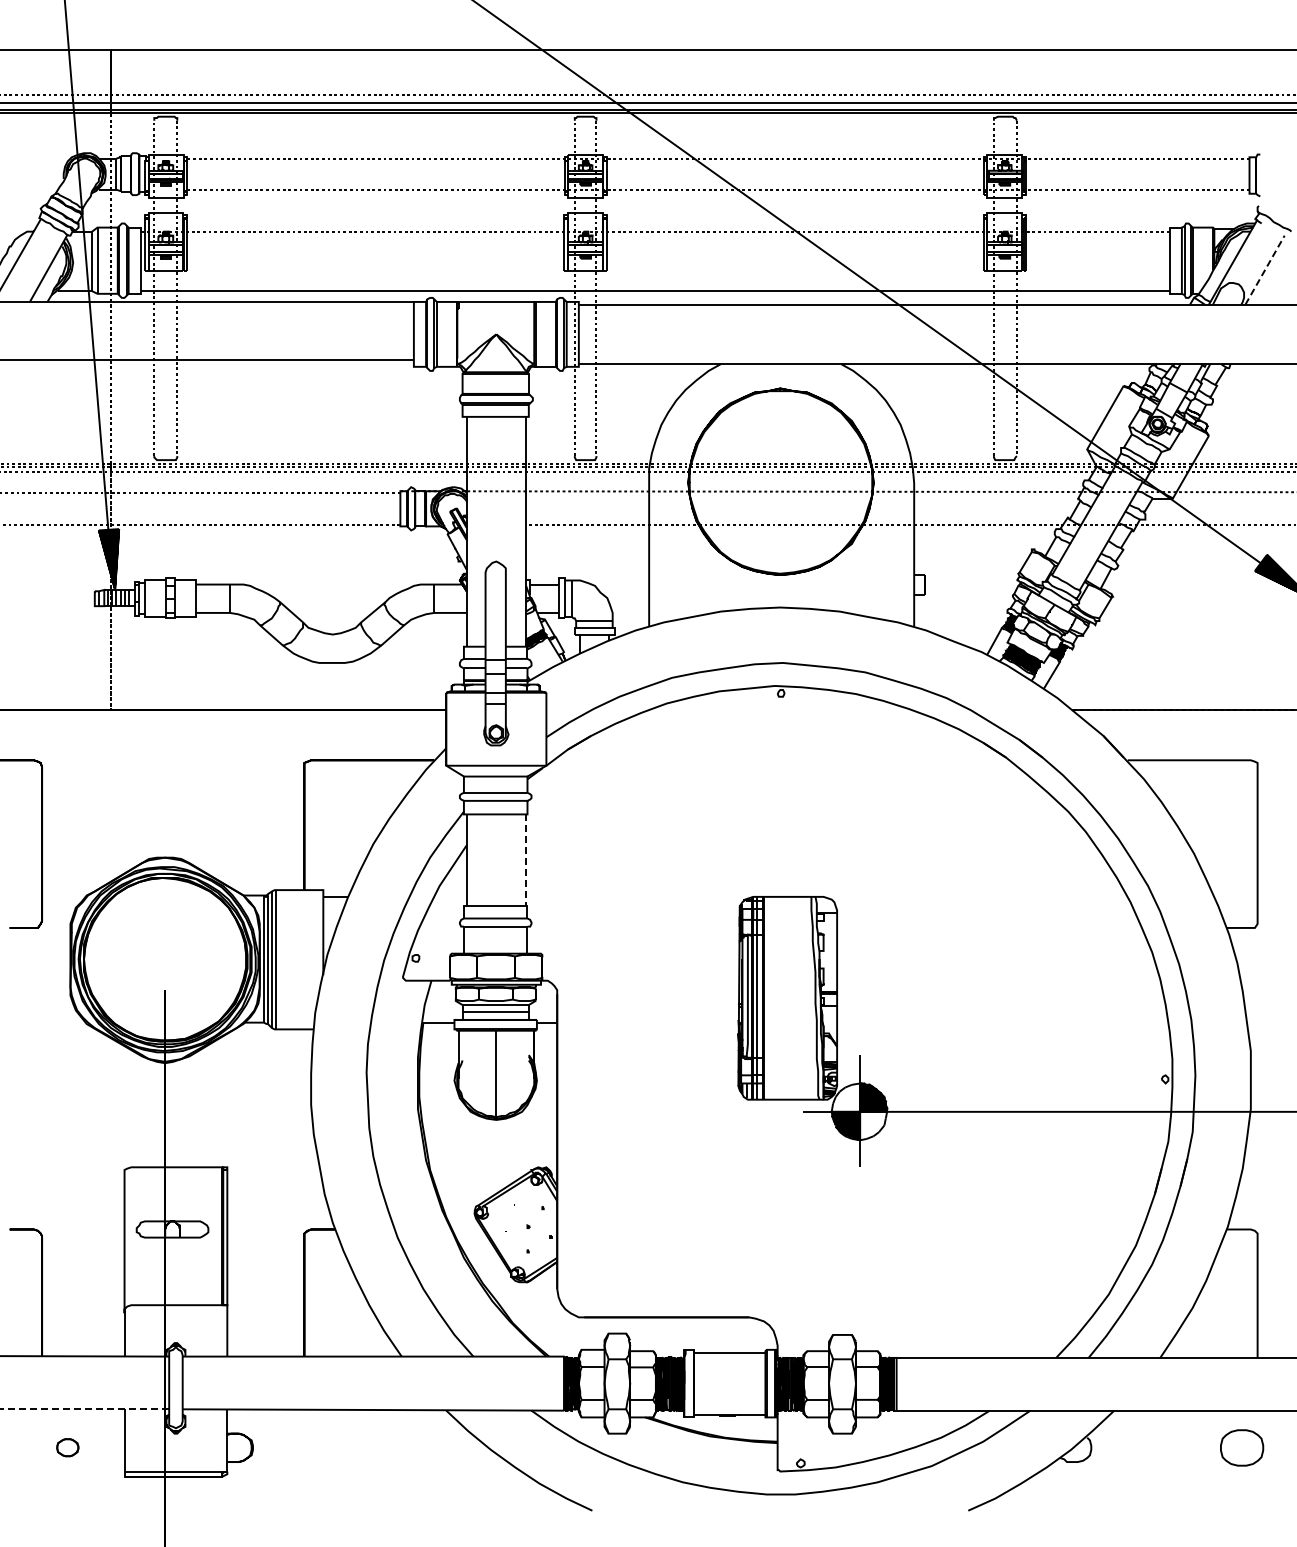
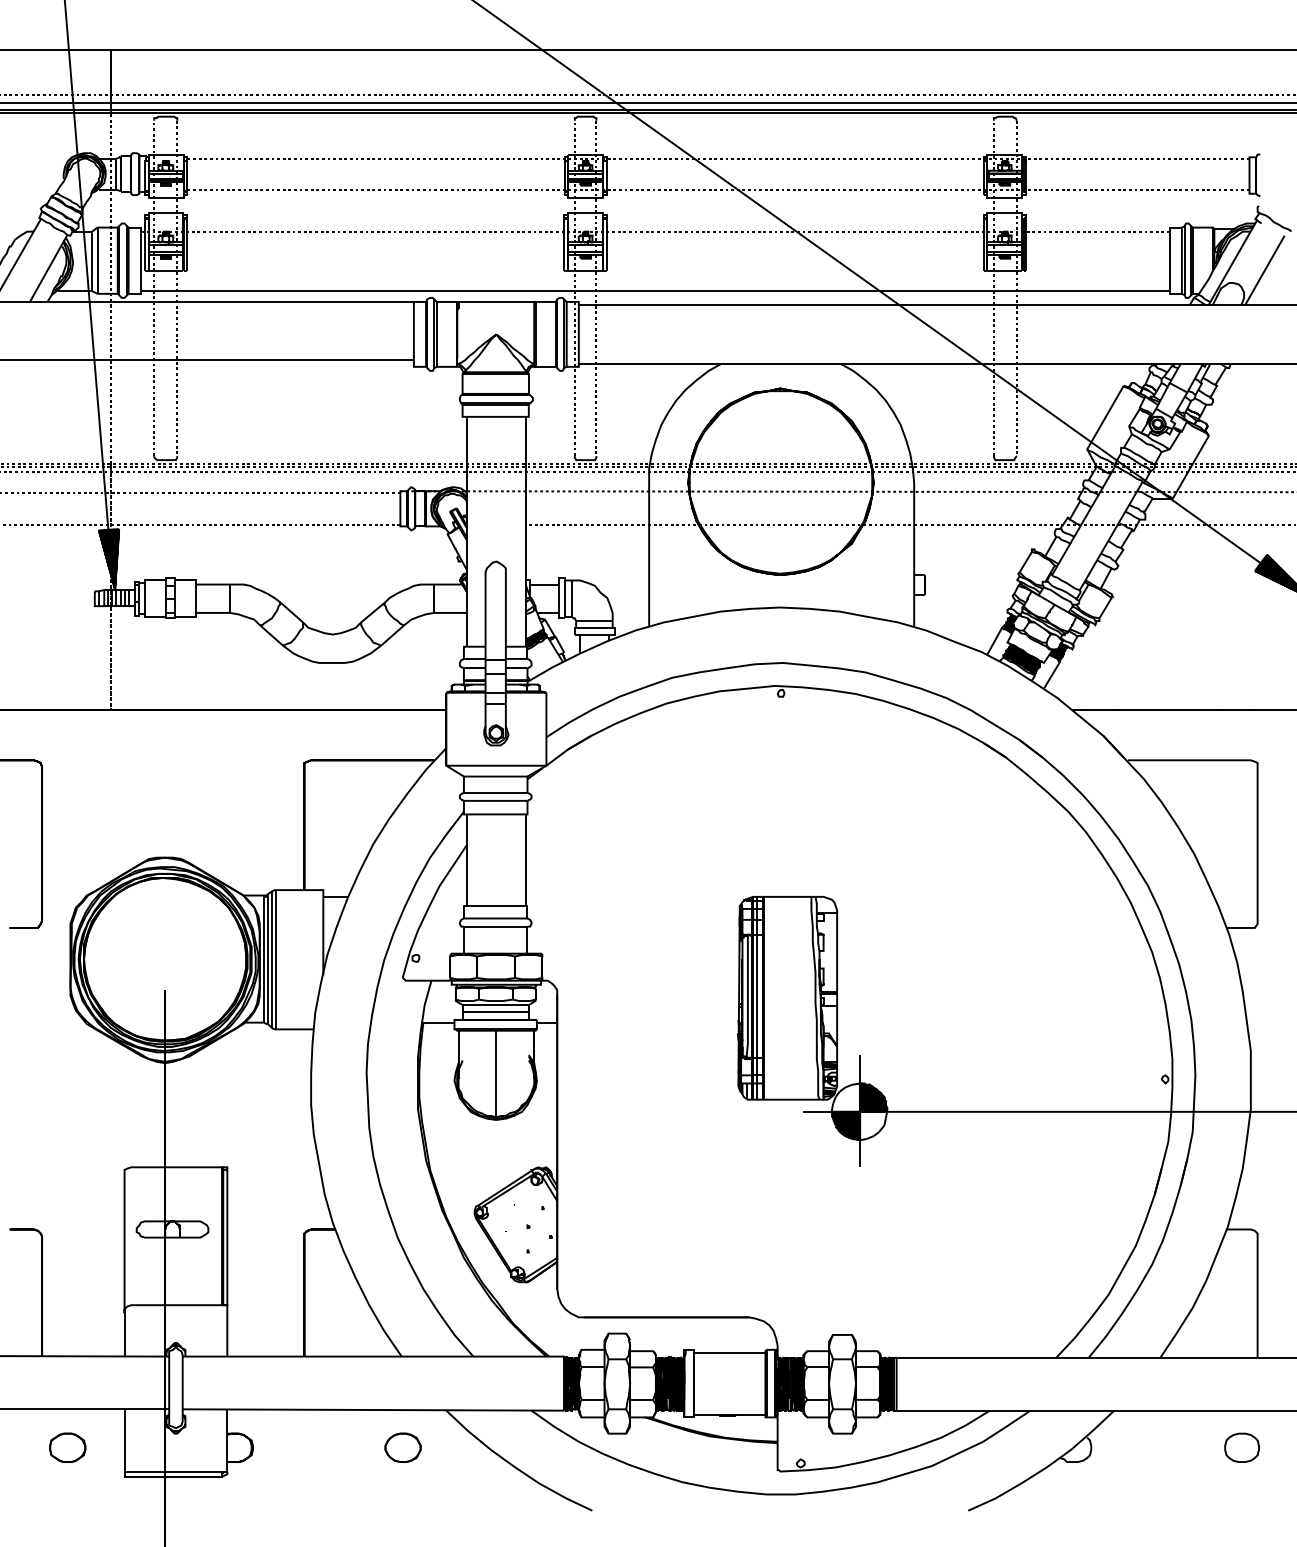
line at (1265, 270): dashed -> solid
line at (526, 860): dashed -> solid
line at (84, 1409): dashed -> solid
part at (67, 1447) size: 24x20 px -> 38x31 px
part at (402, 1447): none -> present
part at (1242, 1447) size: 45x38 px -> 36x31 px
